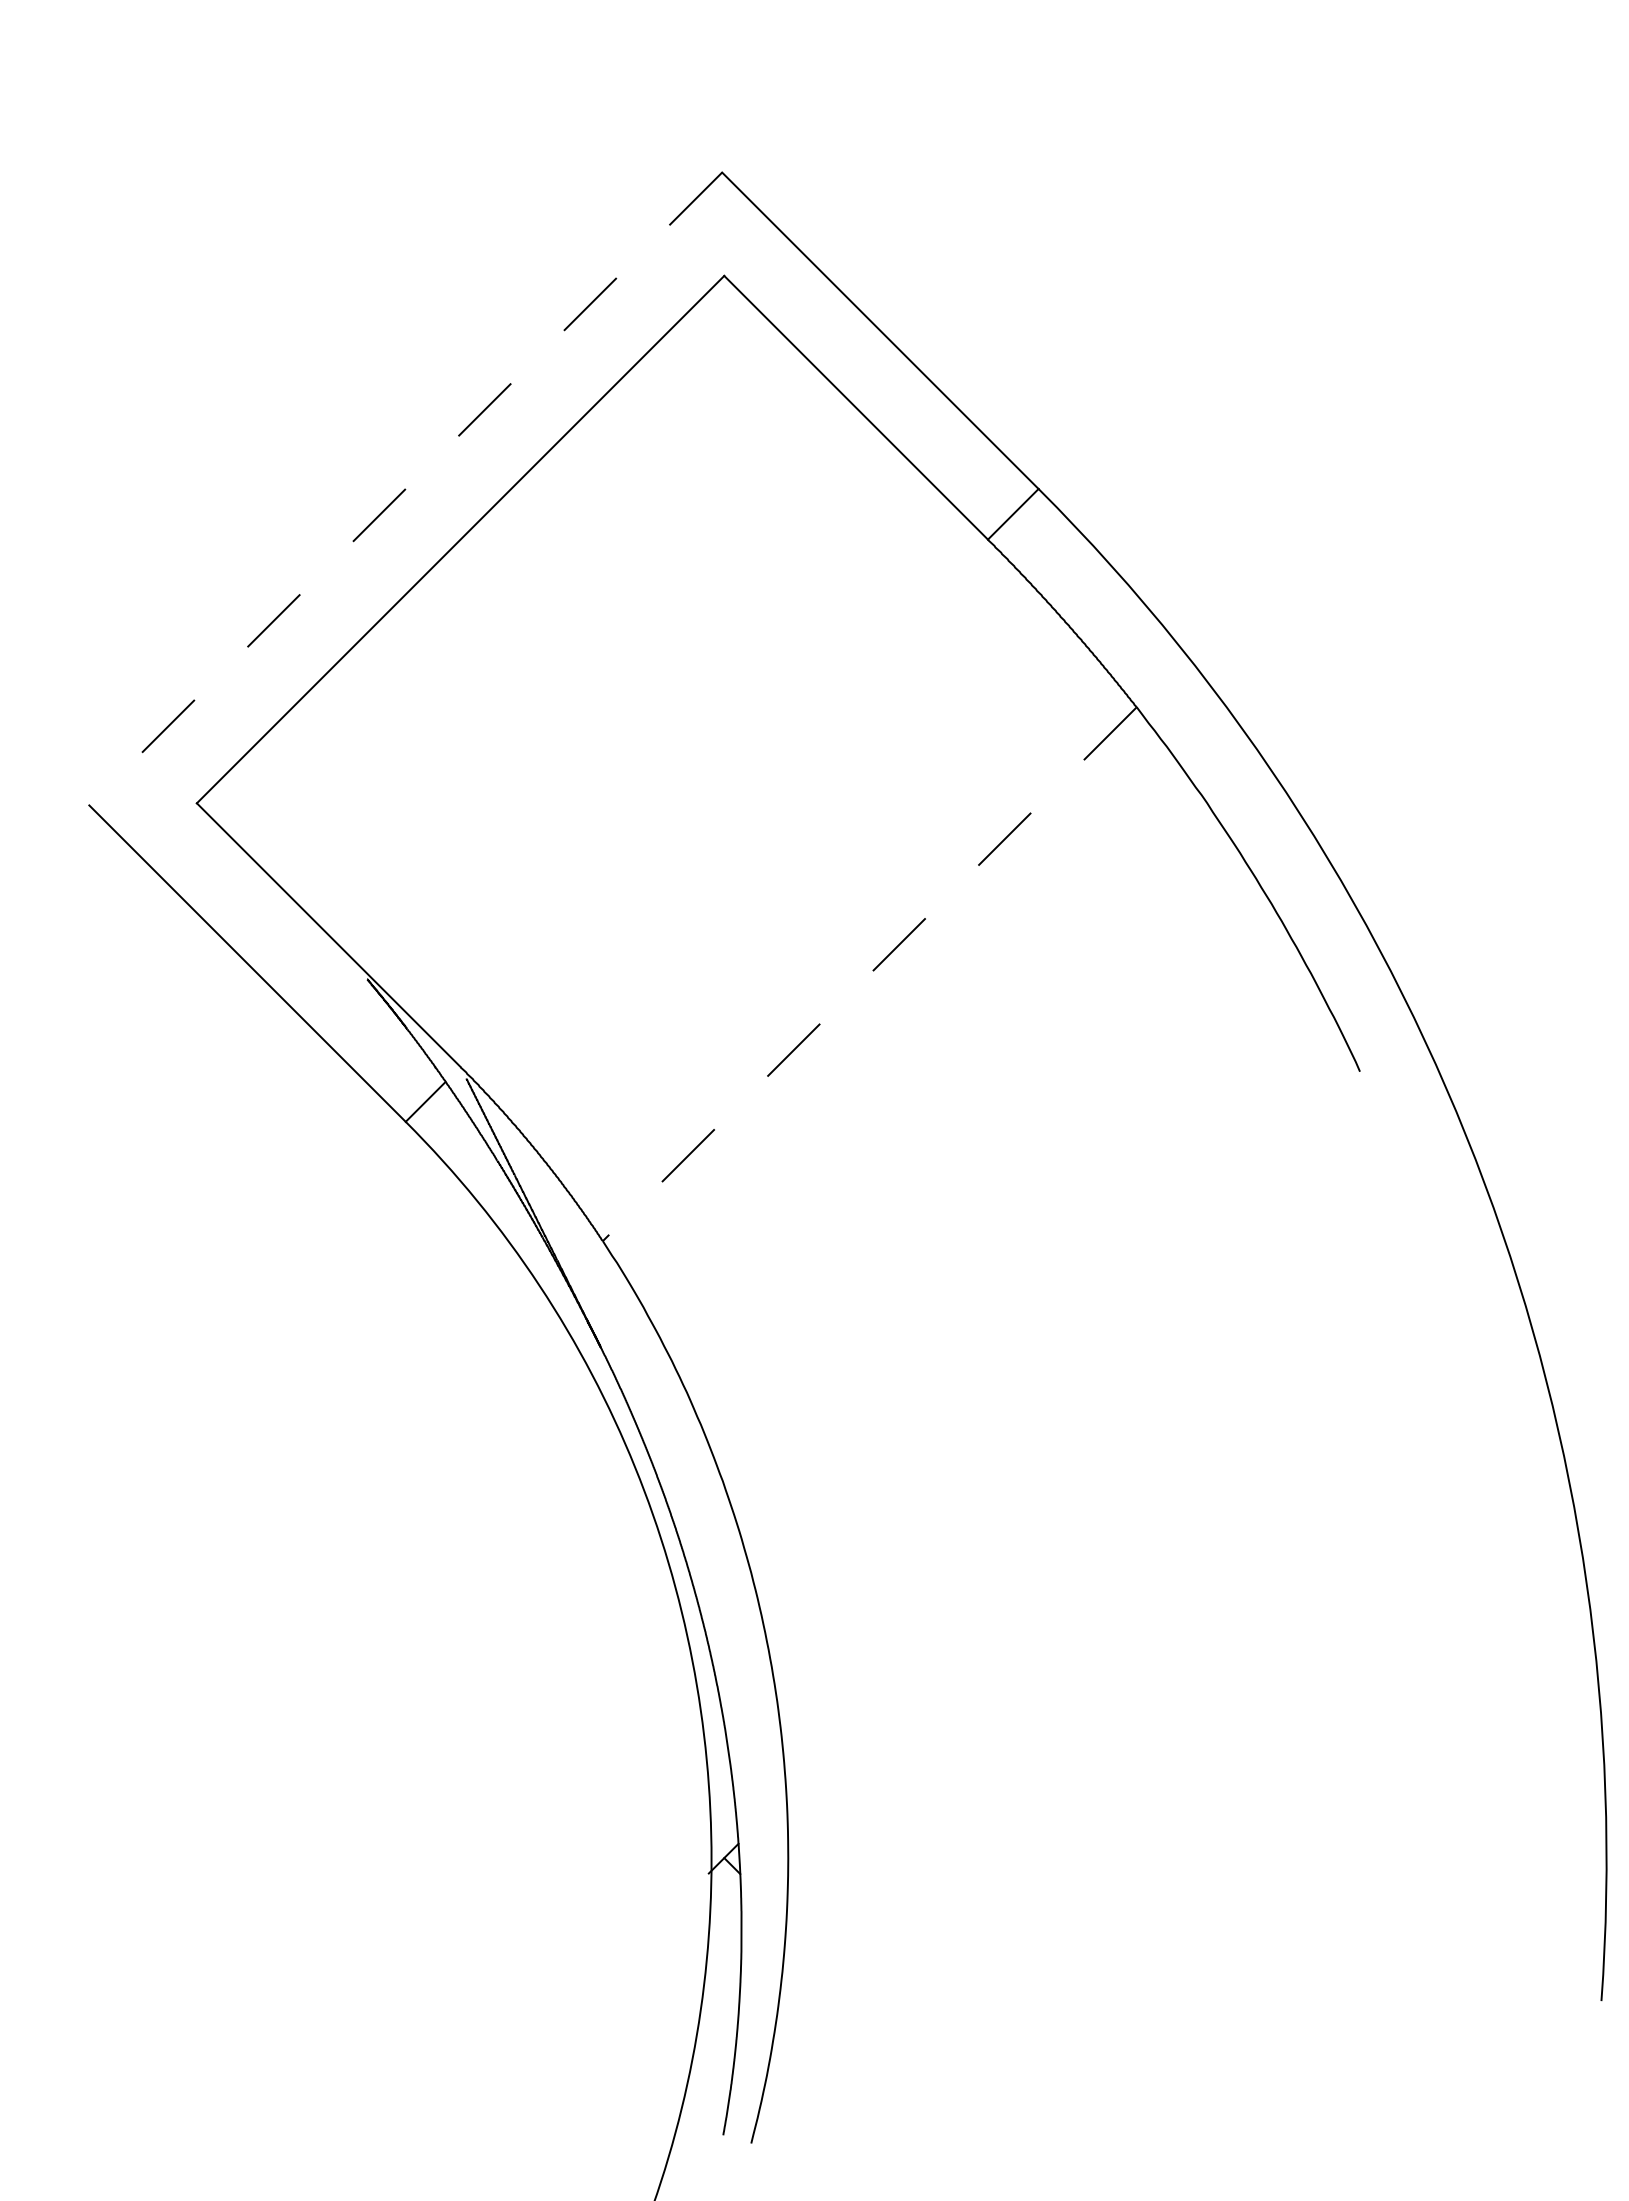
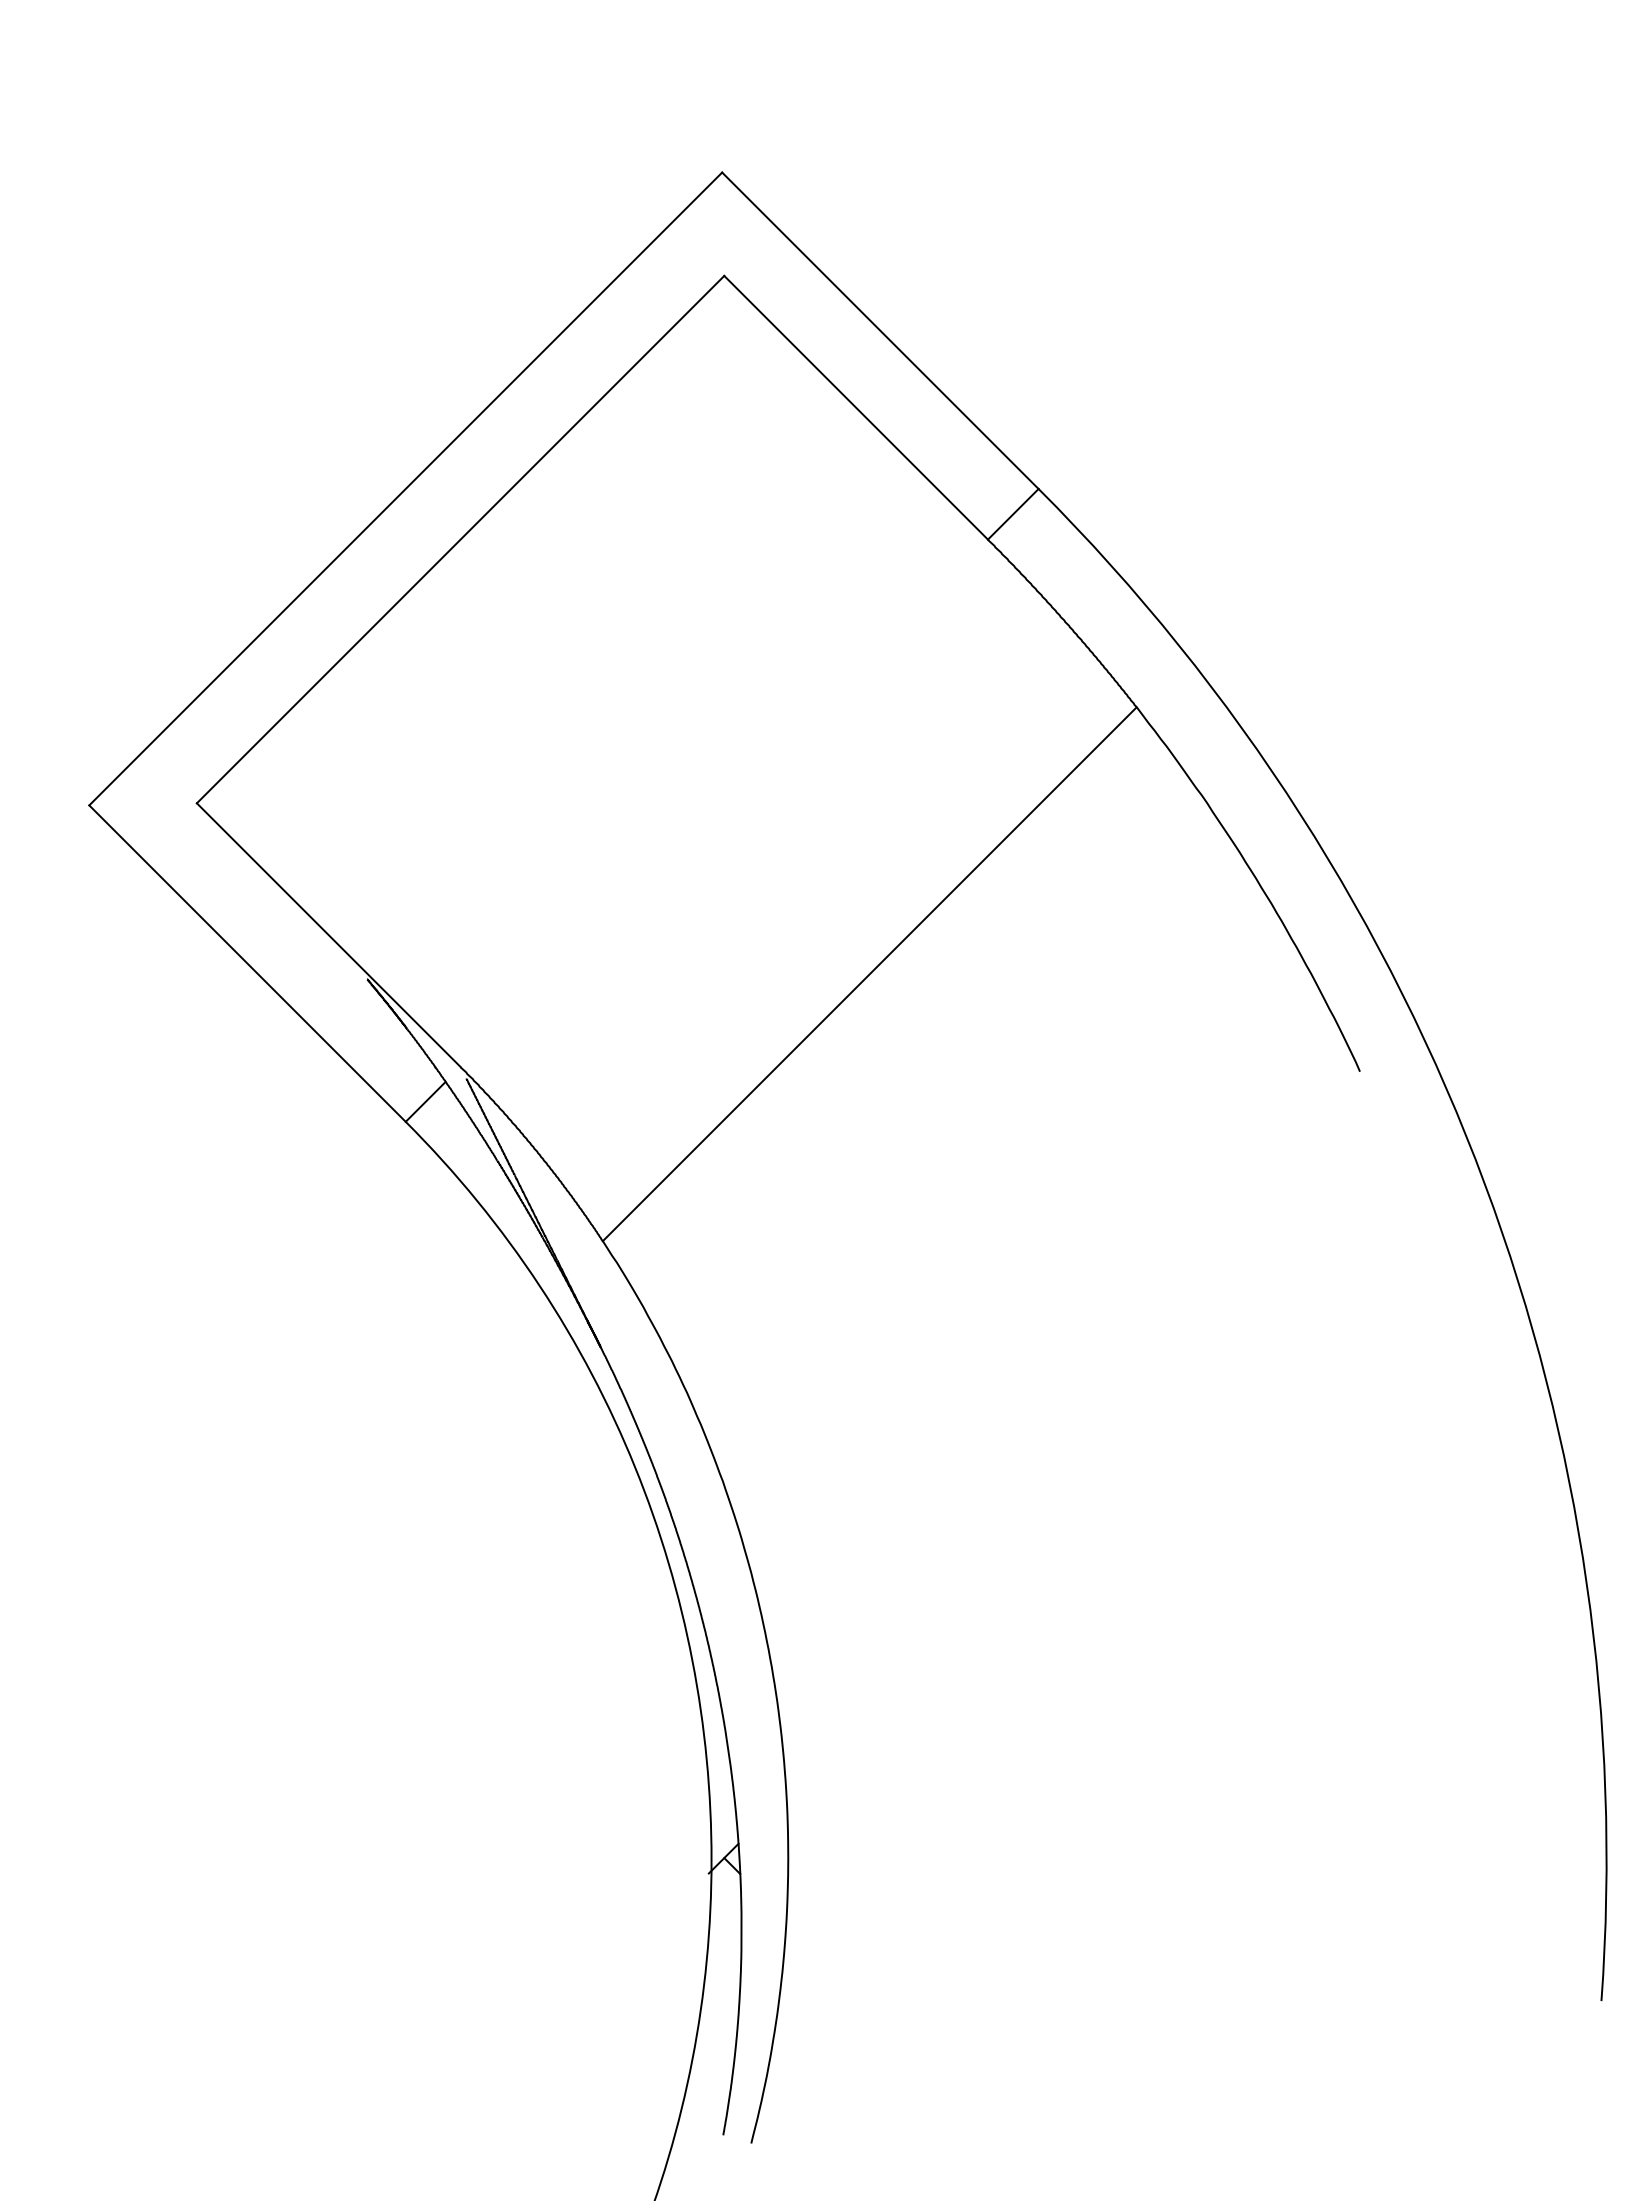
line at (405, 489): dashed -> solid
line at (869, 974): dashed -> solid
